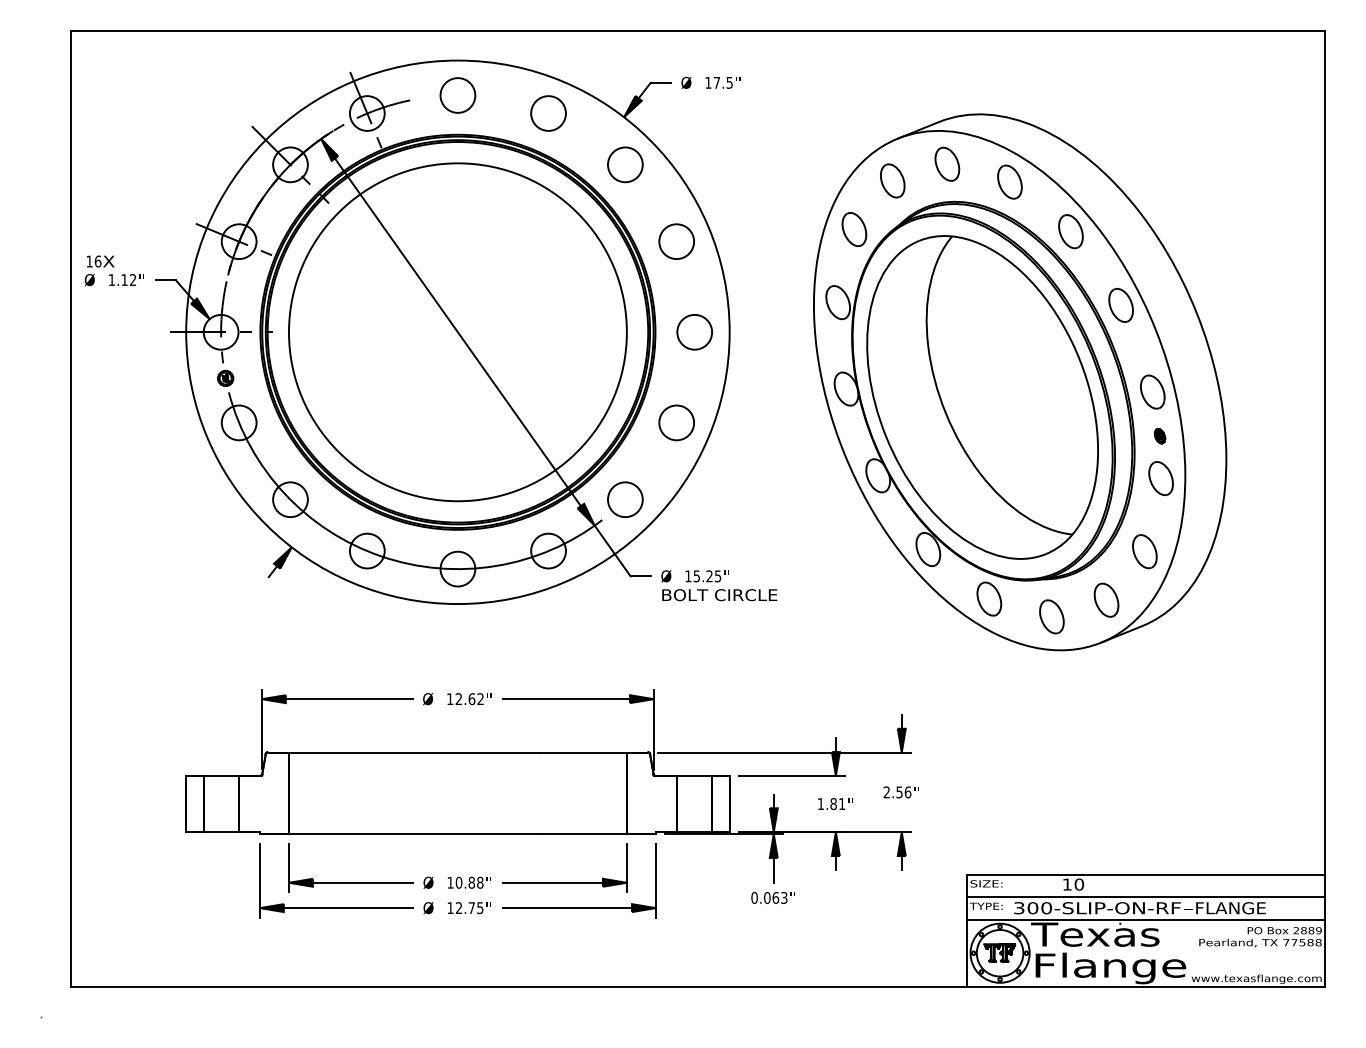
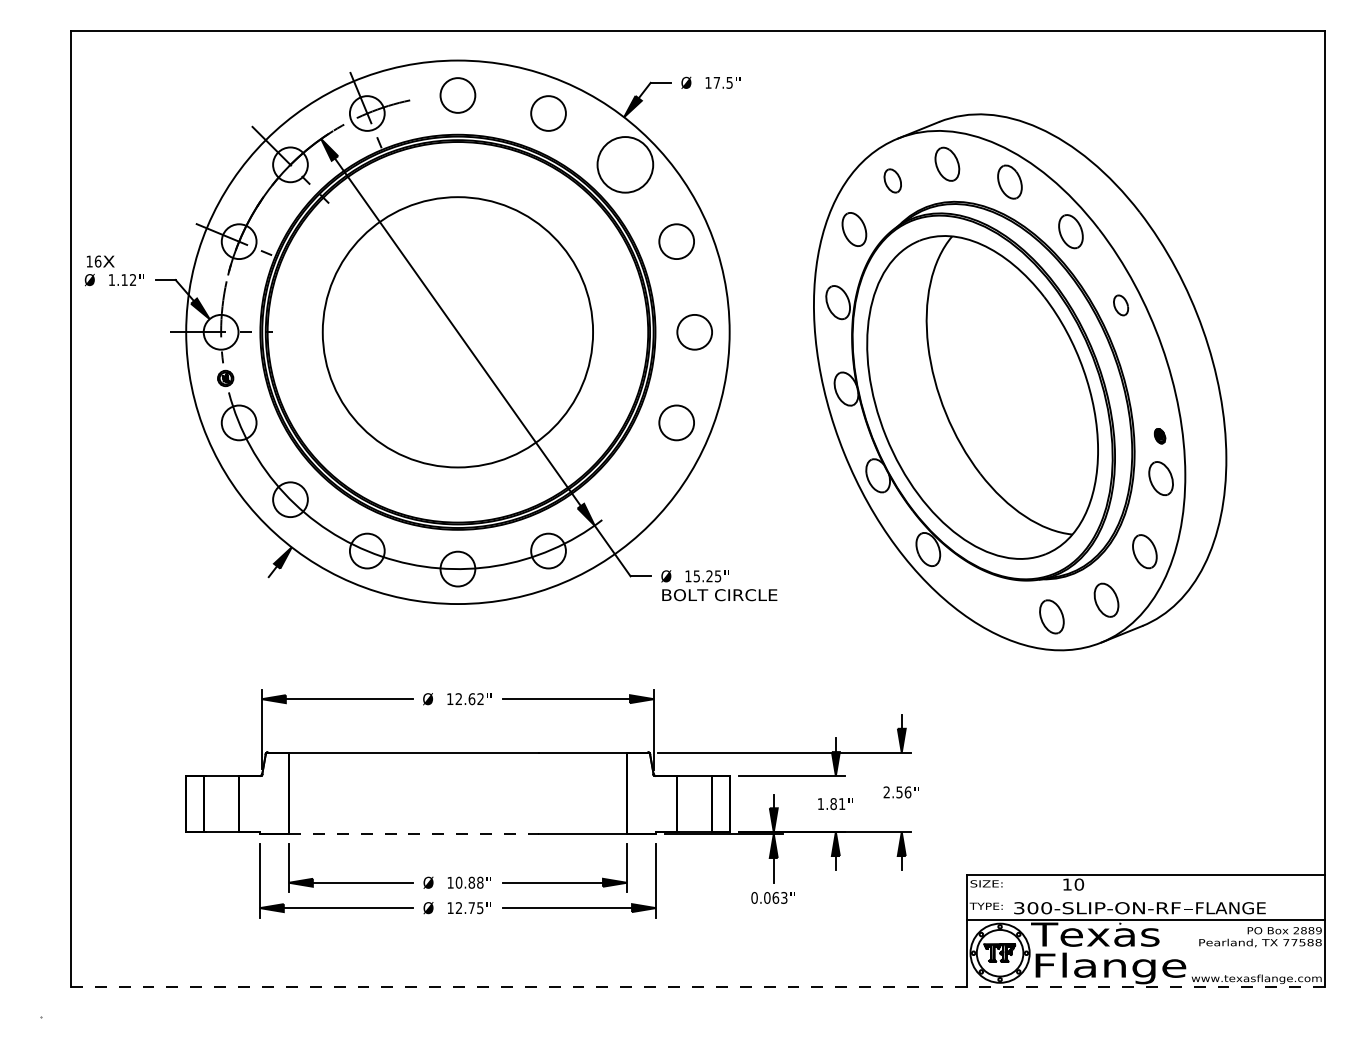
circle at (625, 164) diameter: 35 px -> 56 px
part at (892, 180) size: 26x36 px -> 19x26 px
part at (1120, 305) size: 26x35 px -> 17x23 px
circle at (457, 332) diameter: 338 px -> 270 px
part at (1152, 391): present -> none
circle at (625, 499): present -> none
part at (989, 598): present -> none
line at (413, 834): solid -> dashed
line at (1145, 897): present -> none
line at (698, 986): solid -> dashed
